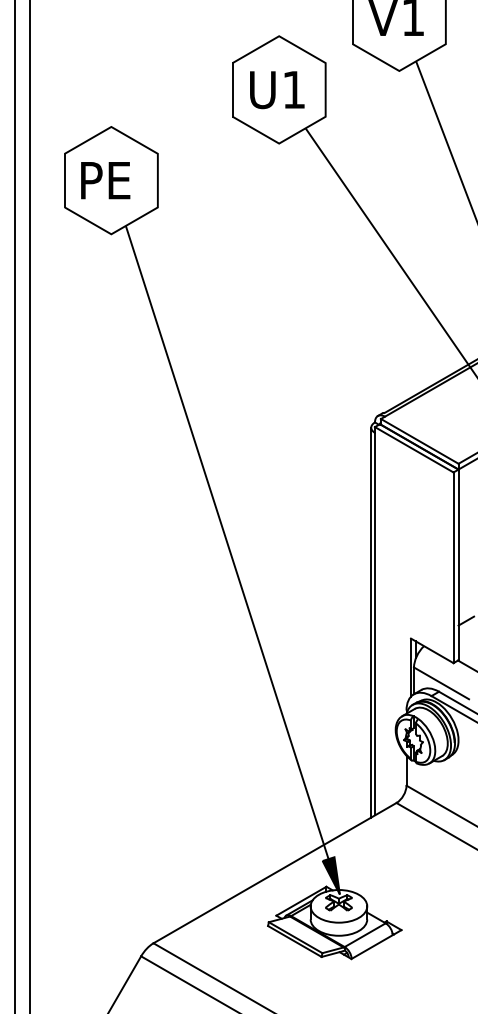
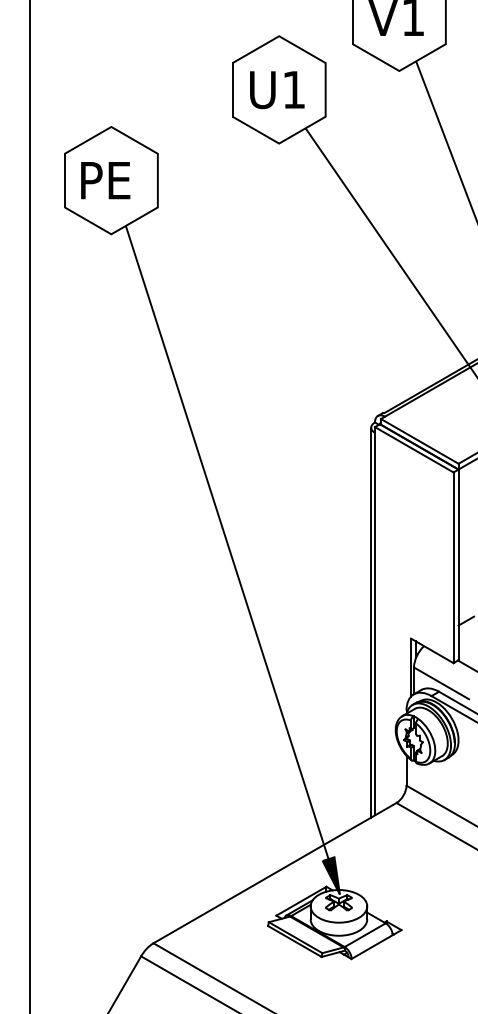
line at (14, 506): present -> none
